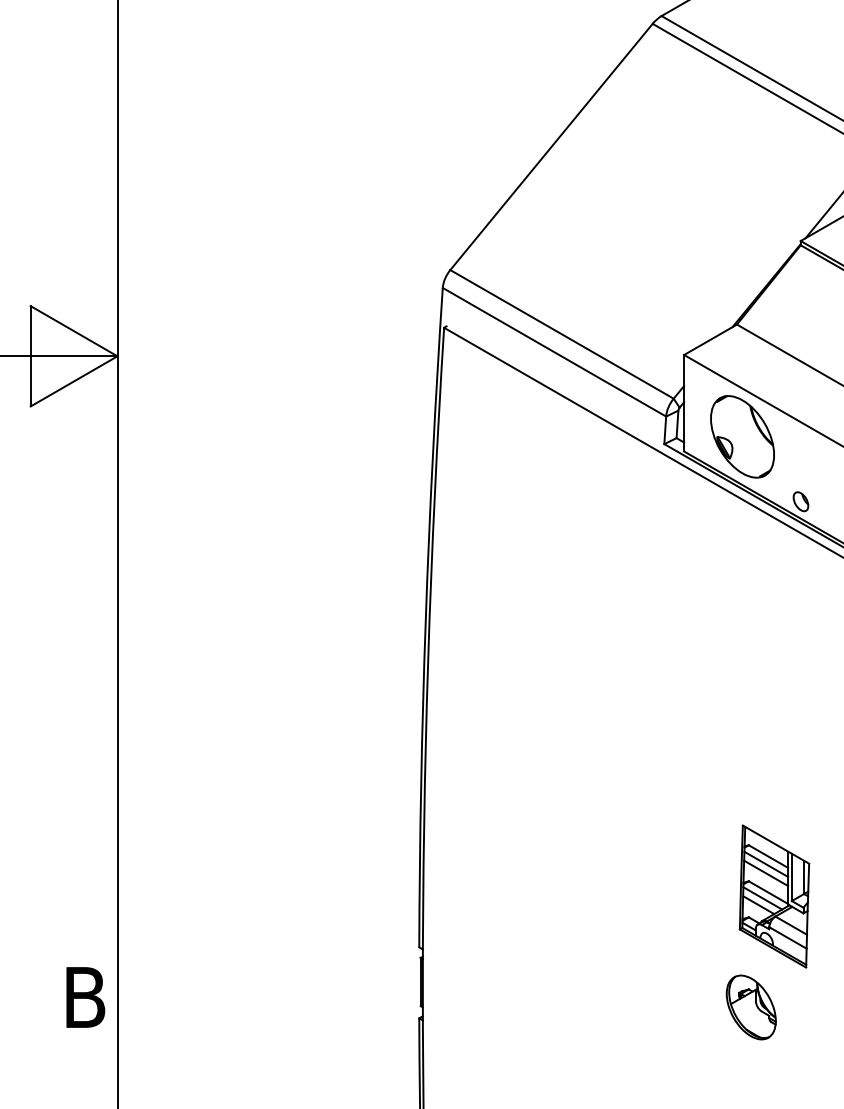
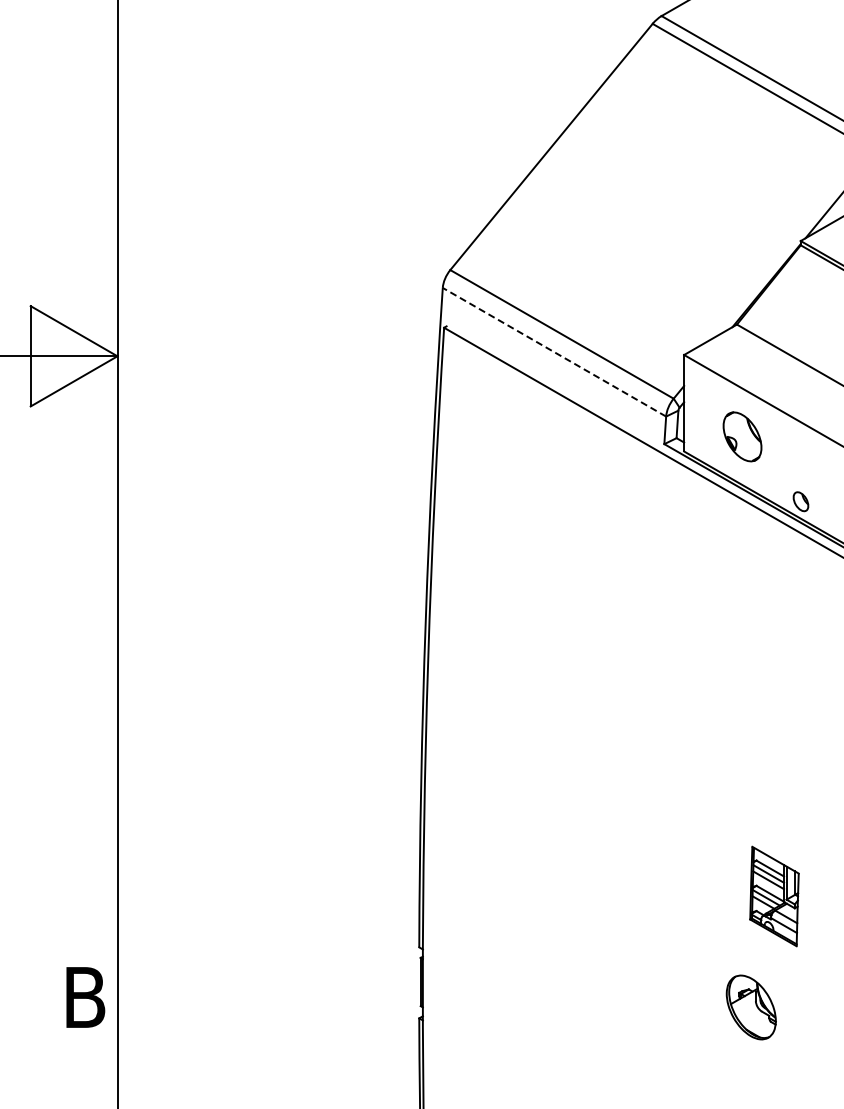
line at (554, 352): solid -> dashed
part at (742, 436) size: 65x84 px -> 41x52 px
part at (774, 896) size: 73x145 px -> 51x103 px
